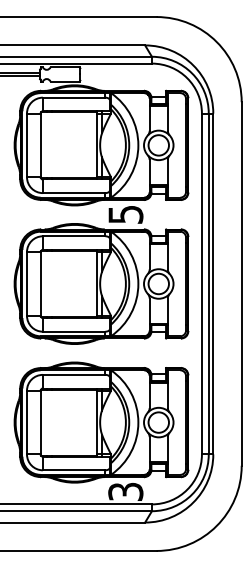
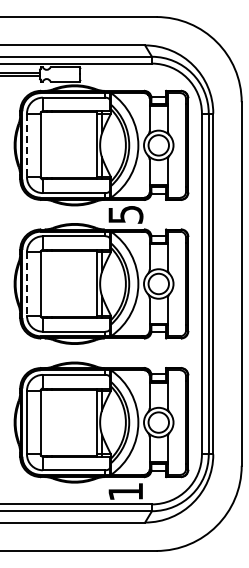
line at (27, 145): solid -> dashed
line at (27, 284): solid -> dashed
text at (125, 491): 3 -> 1
